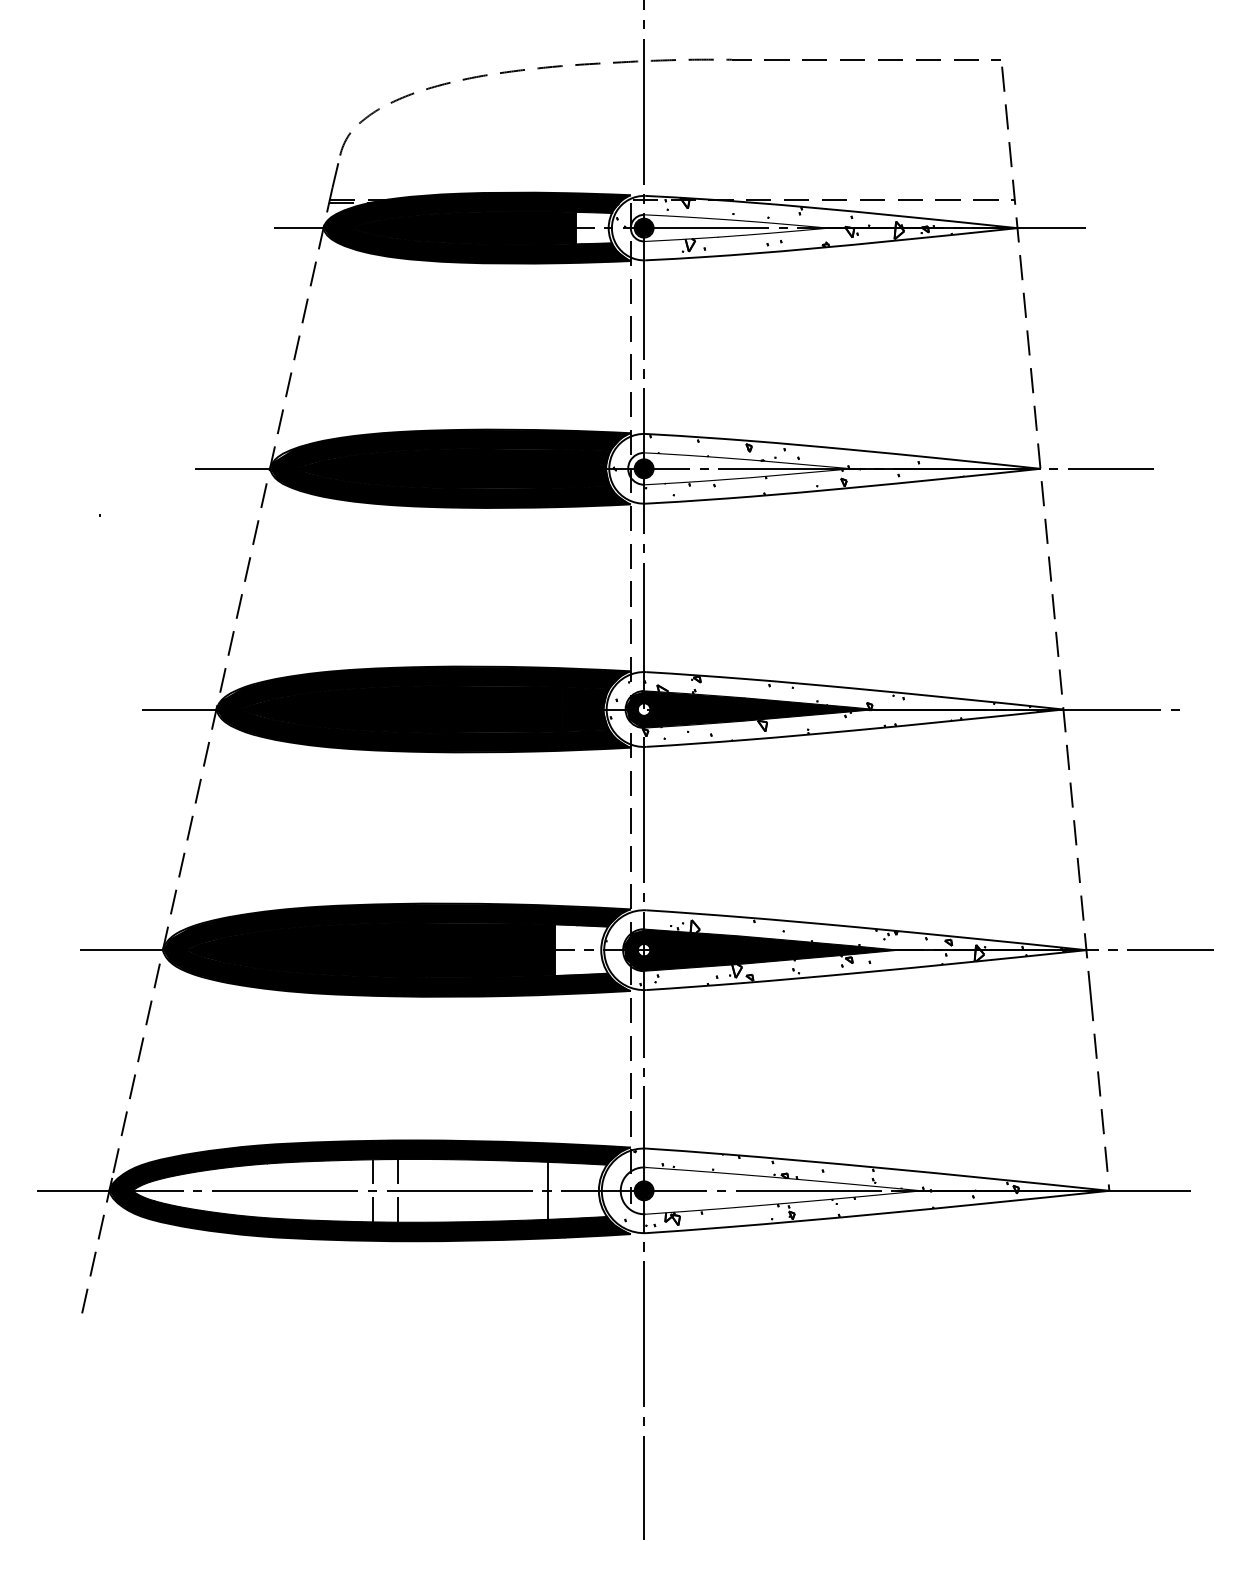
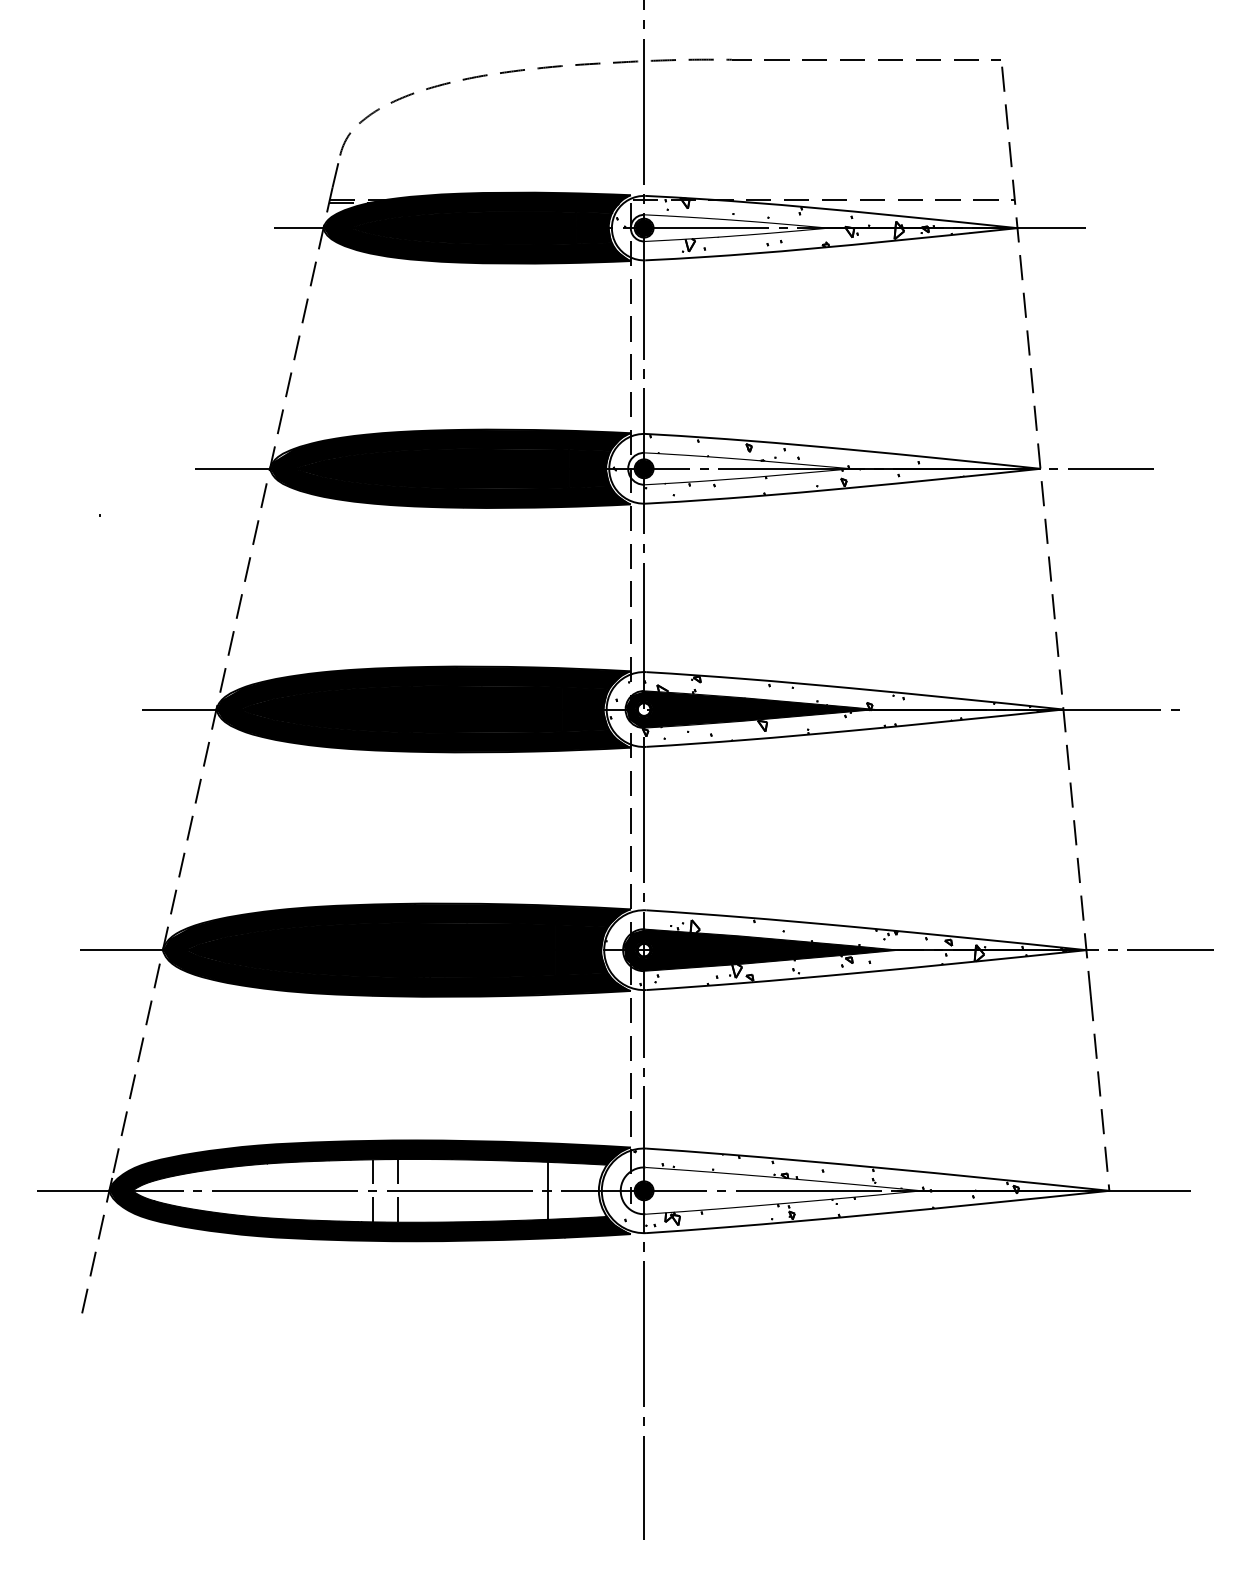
fill at (593, 228): none -> present
fill at (581, 949): none -> present
